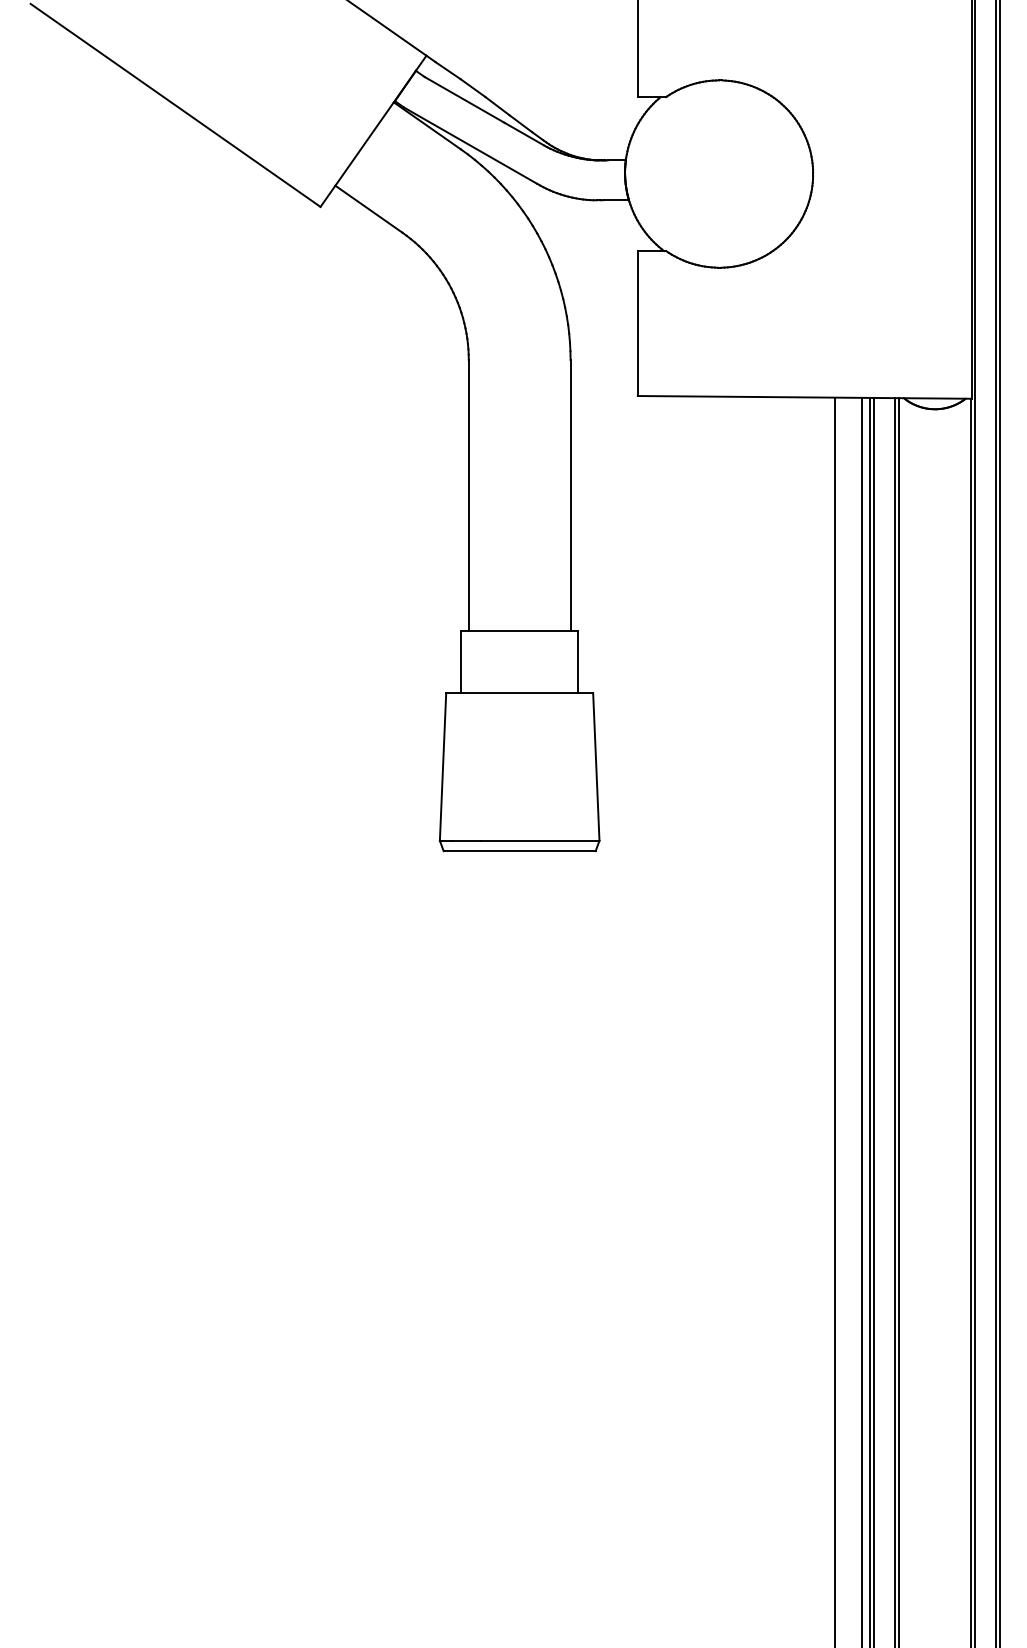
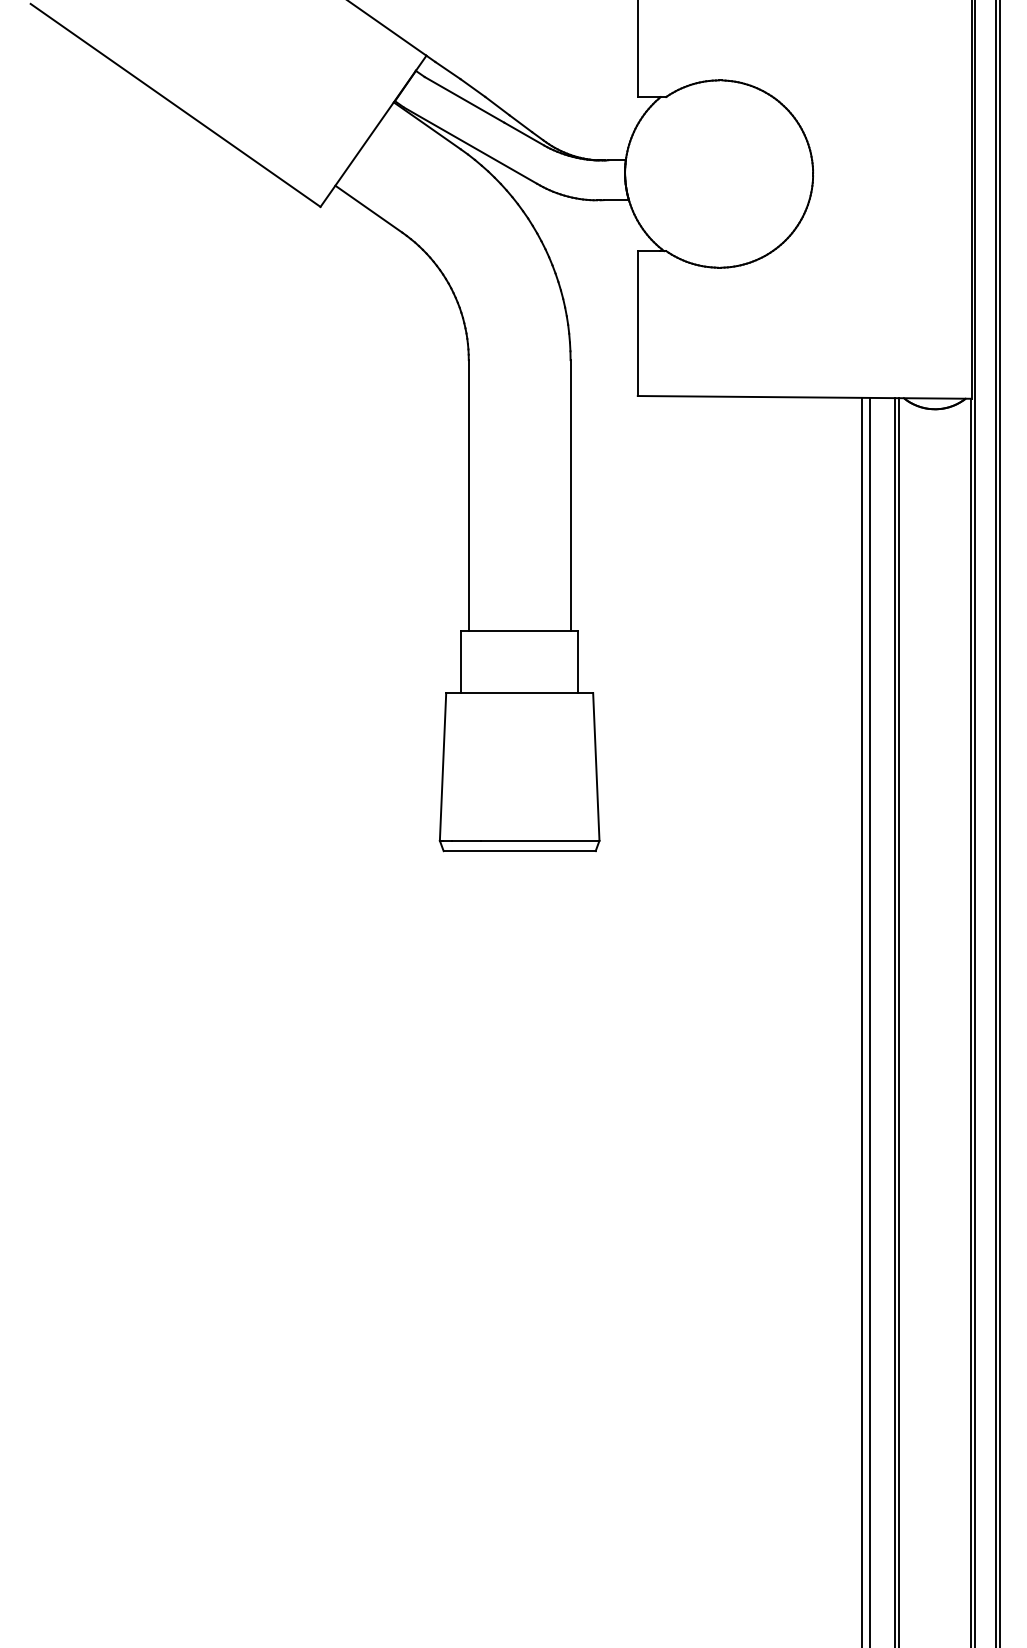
line at (834, 1020): present -> none
line at (873, 1020): present -> none
